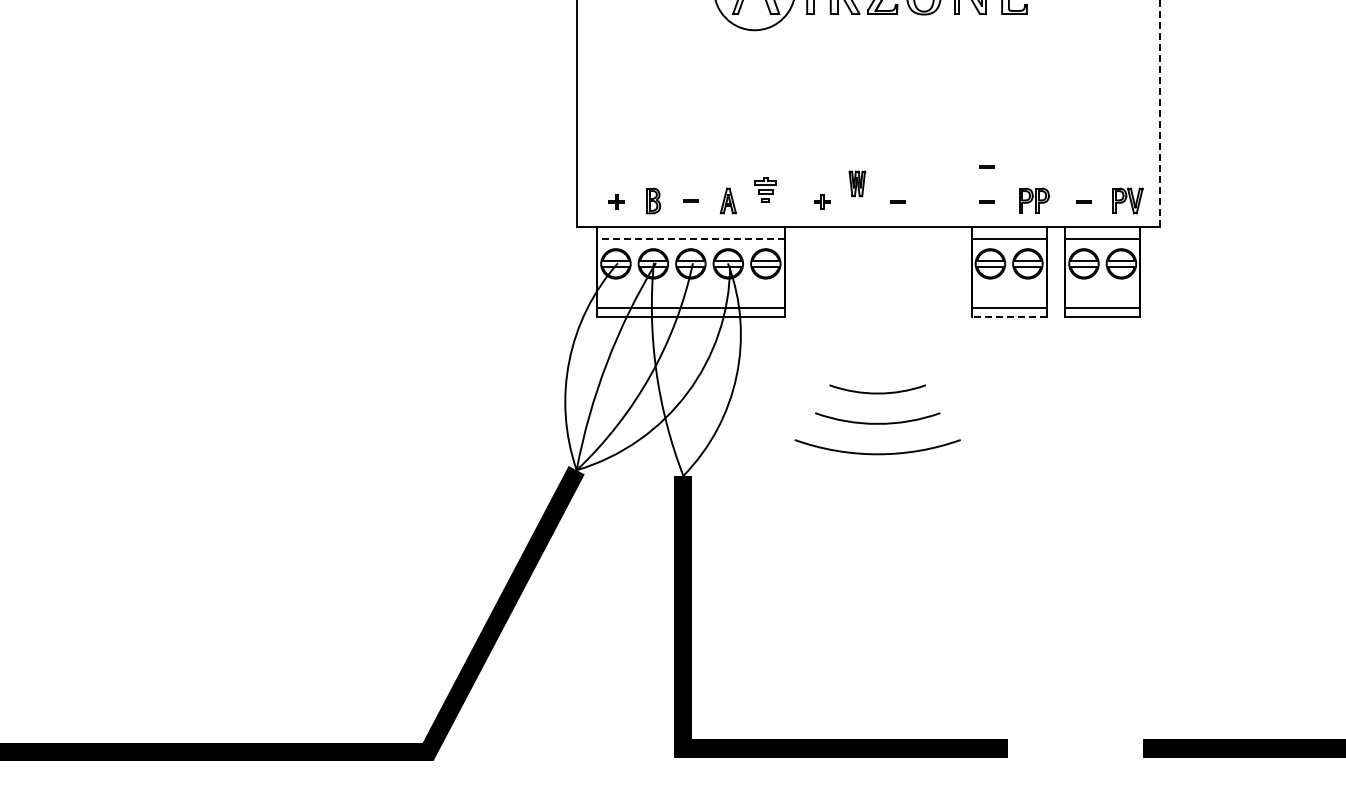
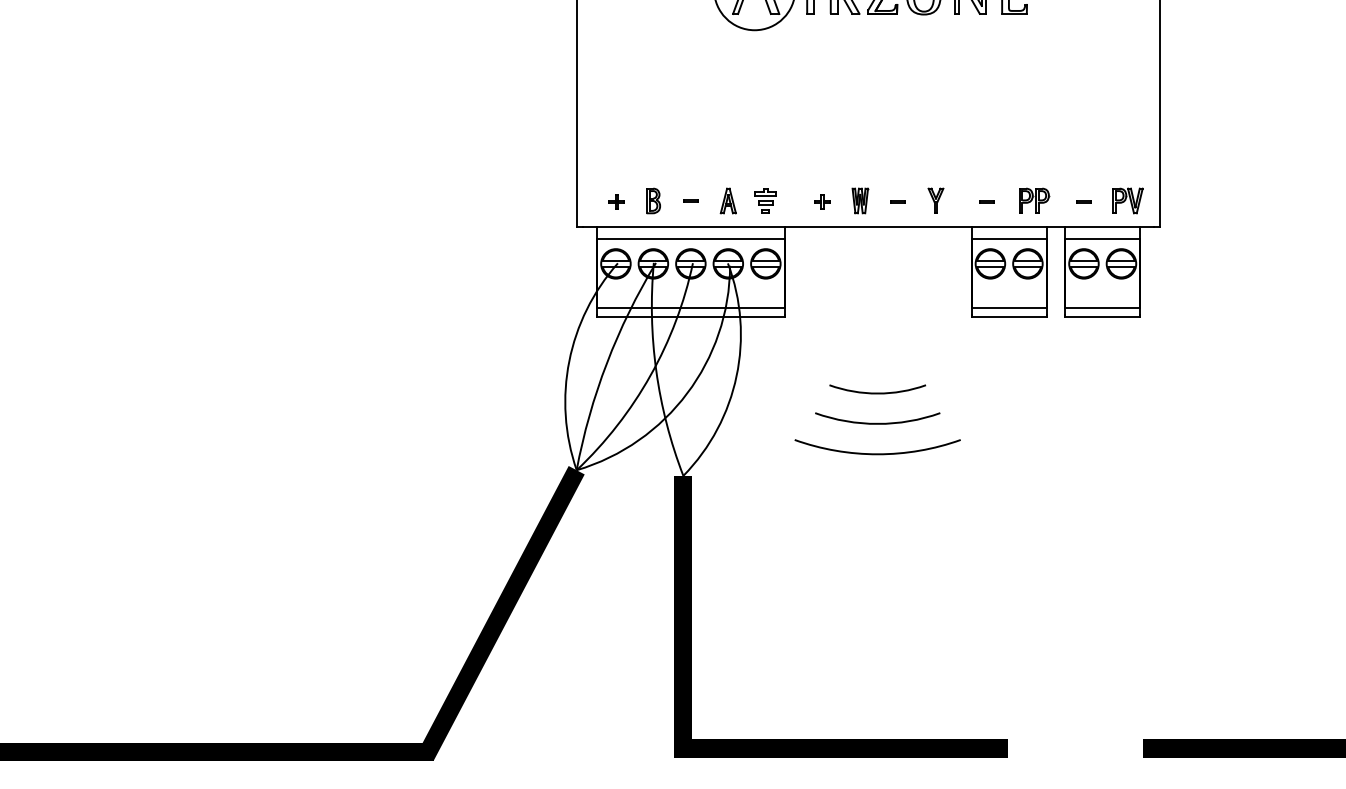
line at (1160, 113): dashed -> solid
line at (986, 166): present -> none
part at (857, 183) position: (857, 183) -> (860, 200)
part at (765, 189) position: (765, 189) -> (765, 200)
part at (935, 200): none -> present
line at (690, 239): dashed -> solid
line at (1008, 317): dashed -> solid
